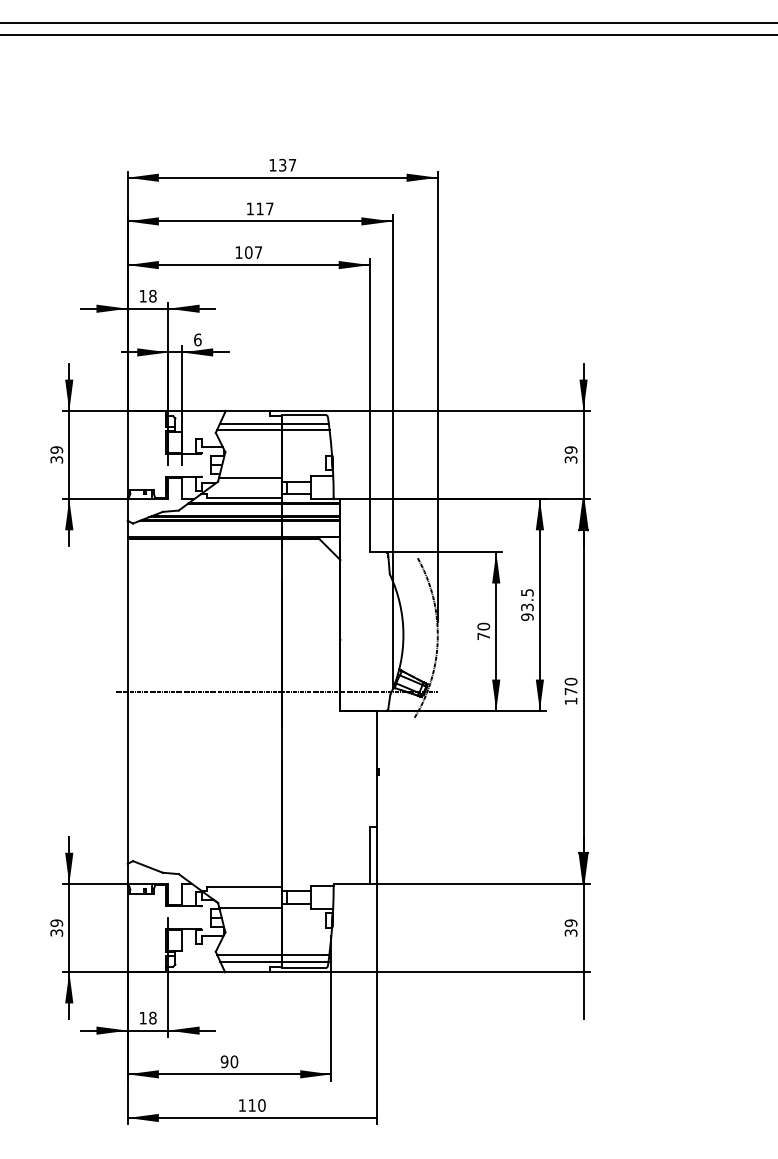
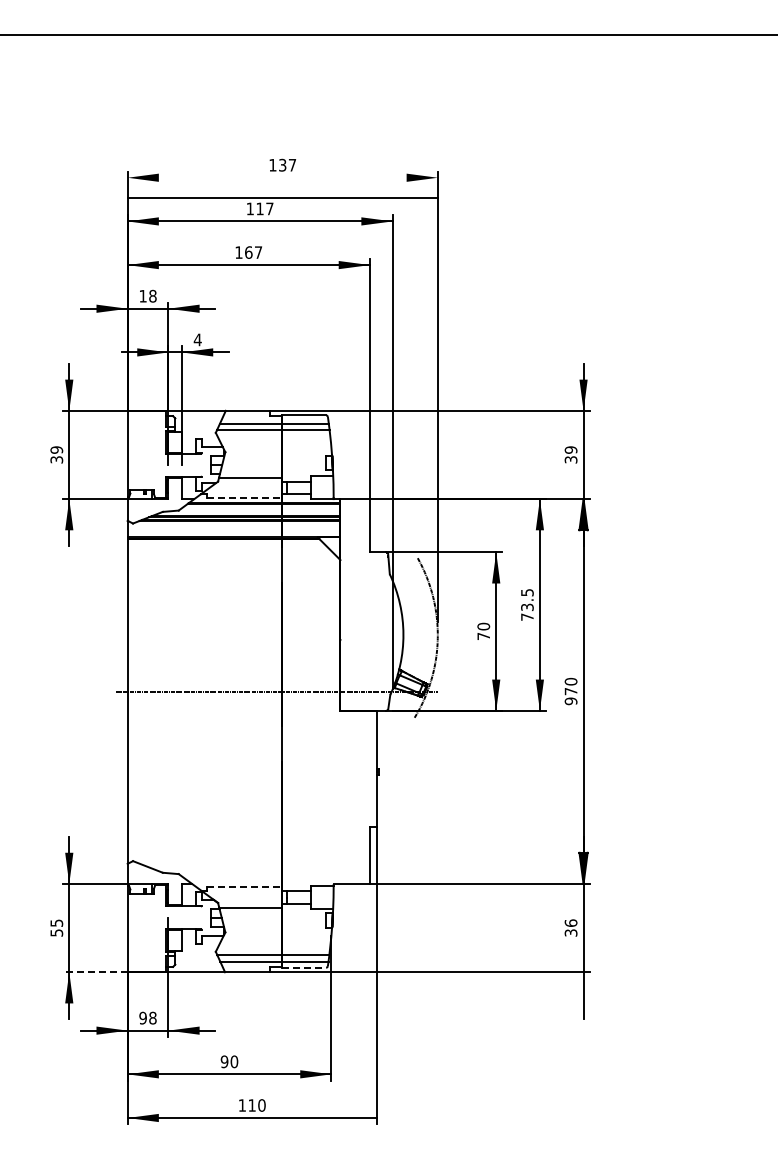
line at (388, 23): present -> none
line at (282, 177) position: (282, 177) -> (282, 197)
text at (248, 252): 107 -> 167
text at (197, 339): 6 -> 4
line at (244, 497): solid -> dashed
text at (527, 616): 93.5 -> 73.5
text at (570, 701): 170 -> 970
line at (244, 887): solid -> dashed
text at (570, 923): 39 -> 36
text at (56, 927): 39 -> 55
line at (304, 967): solid -> dashed
line at (94, 972): solid -> dashed
text at (142, 1017): 18 -> 98
